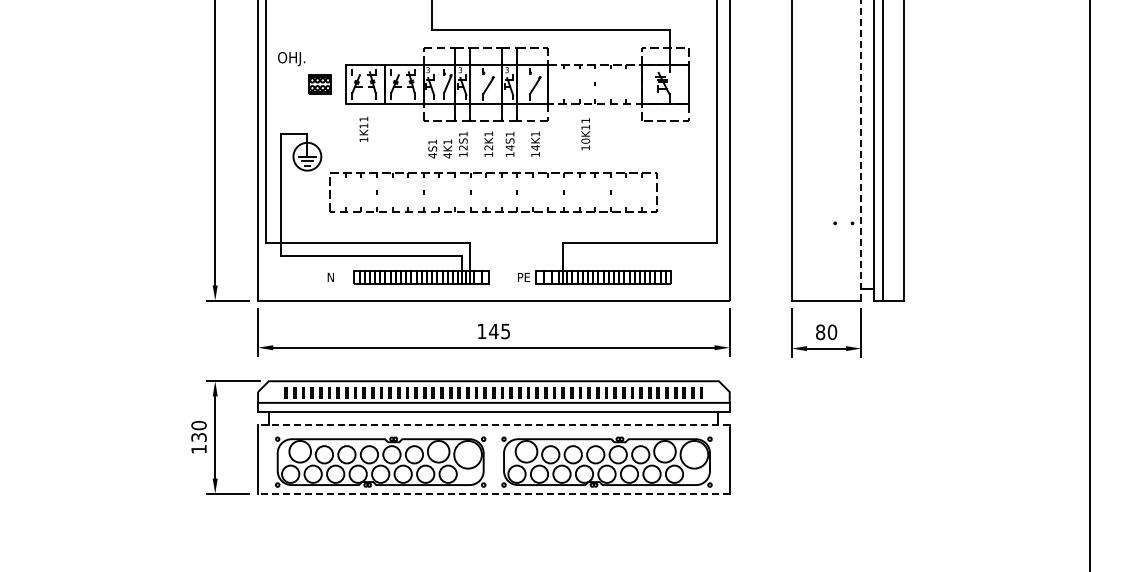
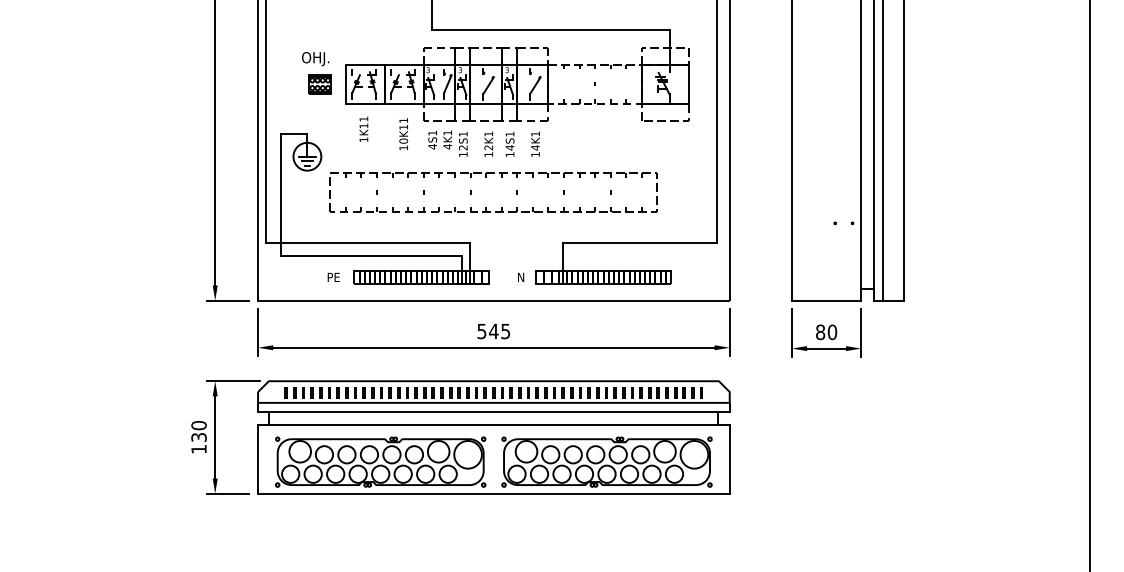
text at (291, 59) position: (291, 59) -> (315, 59)
text at (585, 134) position: (585, 134) -> (403, 134)
text at (439, 148) position: (439, 148) -> (439, 139)
line at (861, 150): dashed -> solid
text at (333, 276): N -> PE
text at (524, 276): PE -> N
text at (481, 331): 145 -> 545
line at (493, 424): dashed -> solid
line at (493, 493): dashed -> solid
